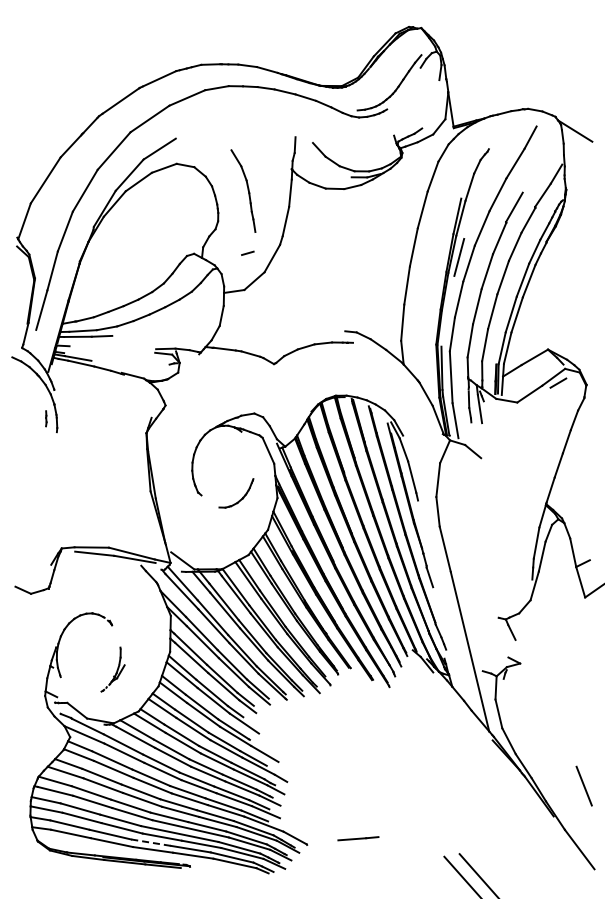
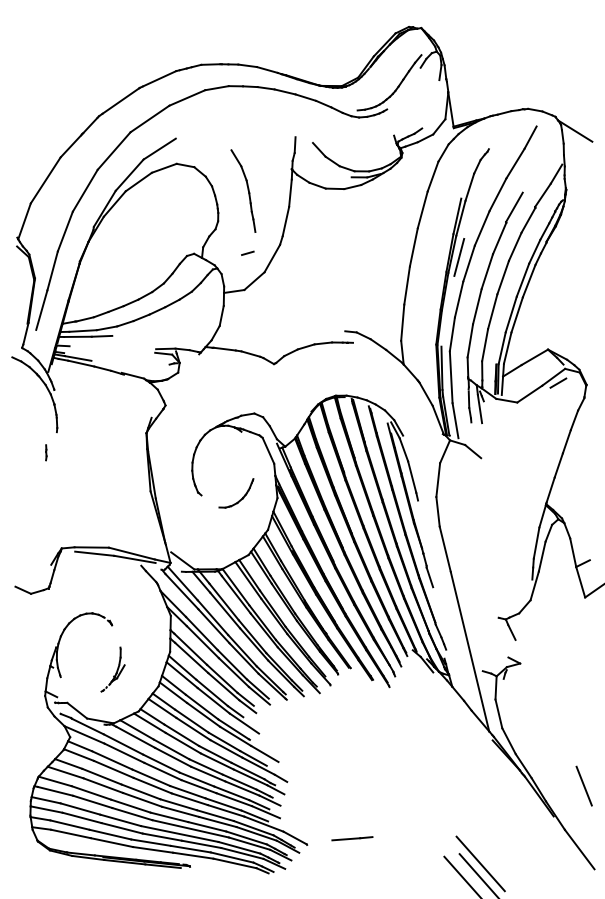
line at (46, 418) position: (46, 418) -> (46, 452)
line at (358, 838) position: (358, 838) -> (352, 838)
line at (151, 842): dashed -> solid
line at (480, 863): none -> present
